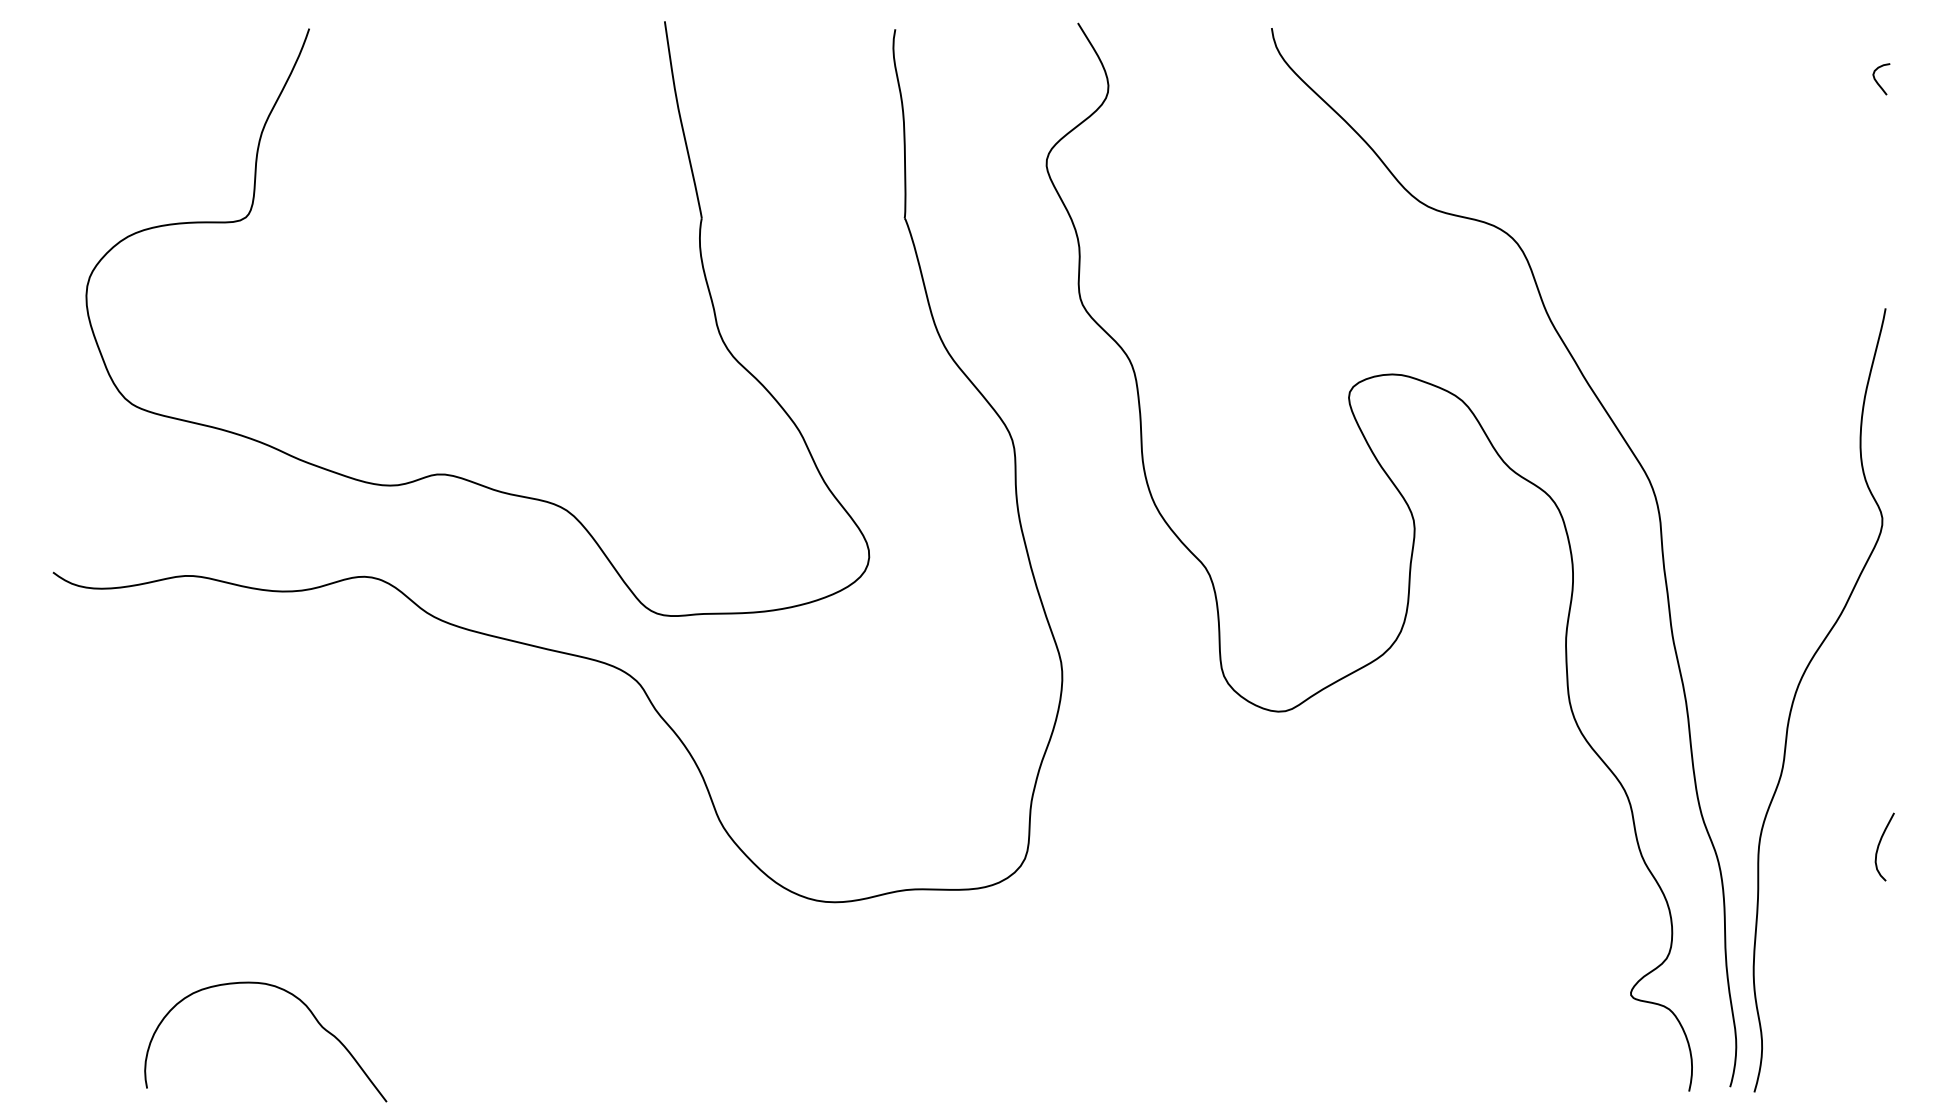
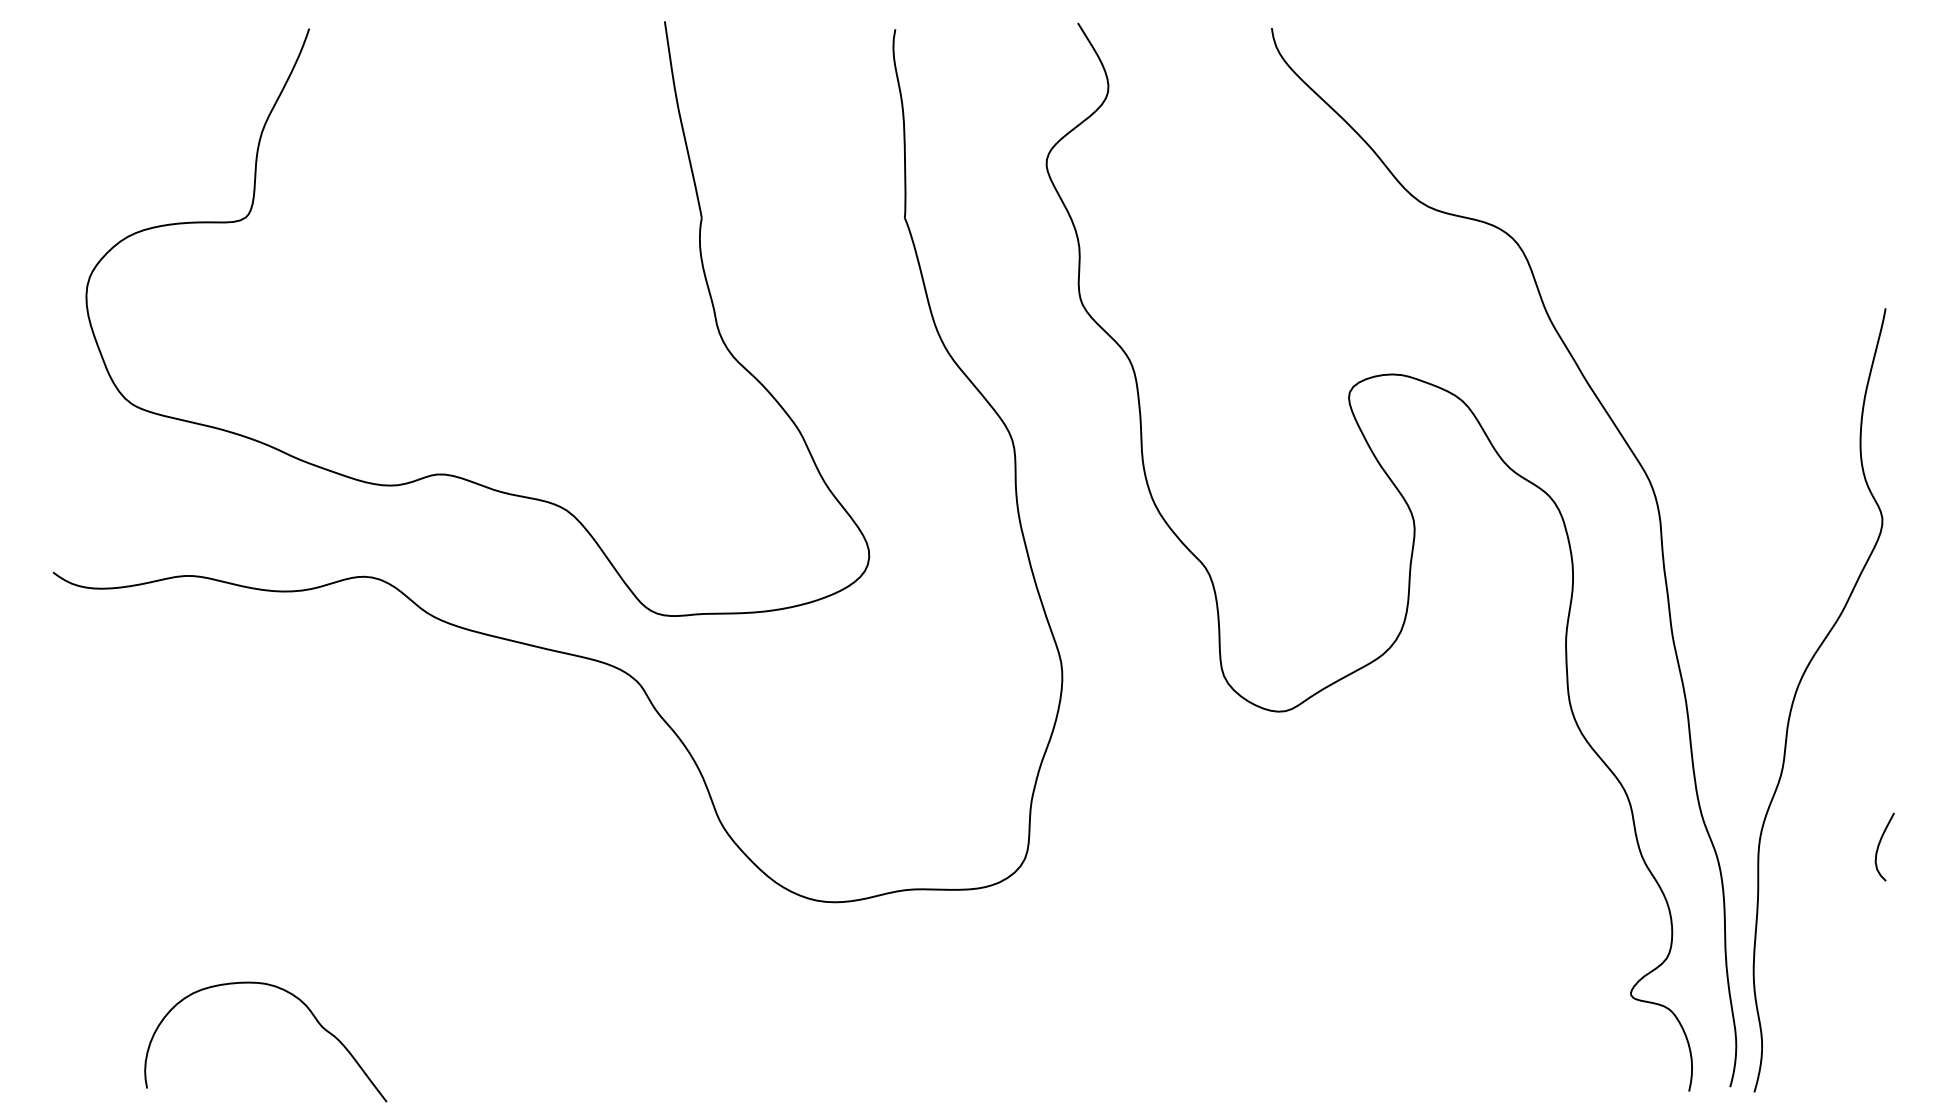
curve at (1878, 82): present -> none
